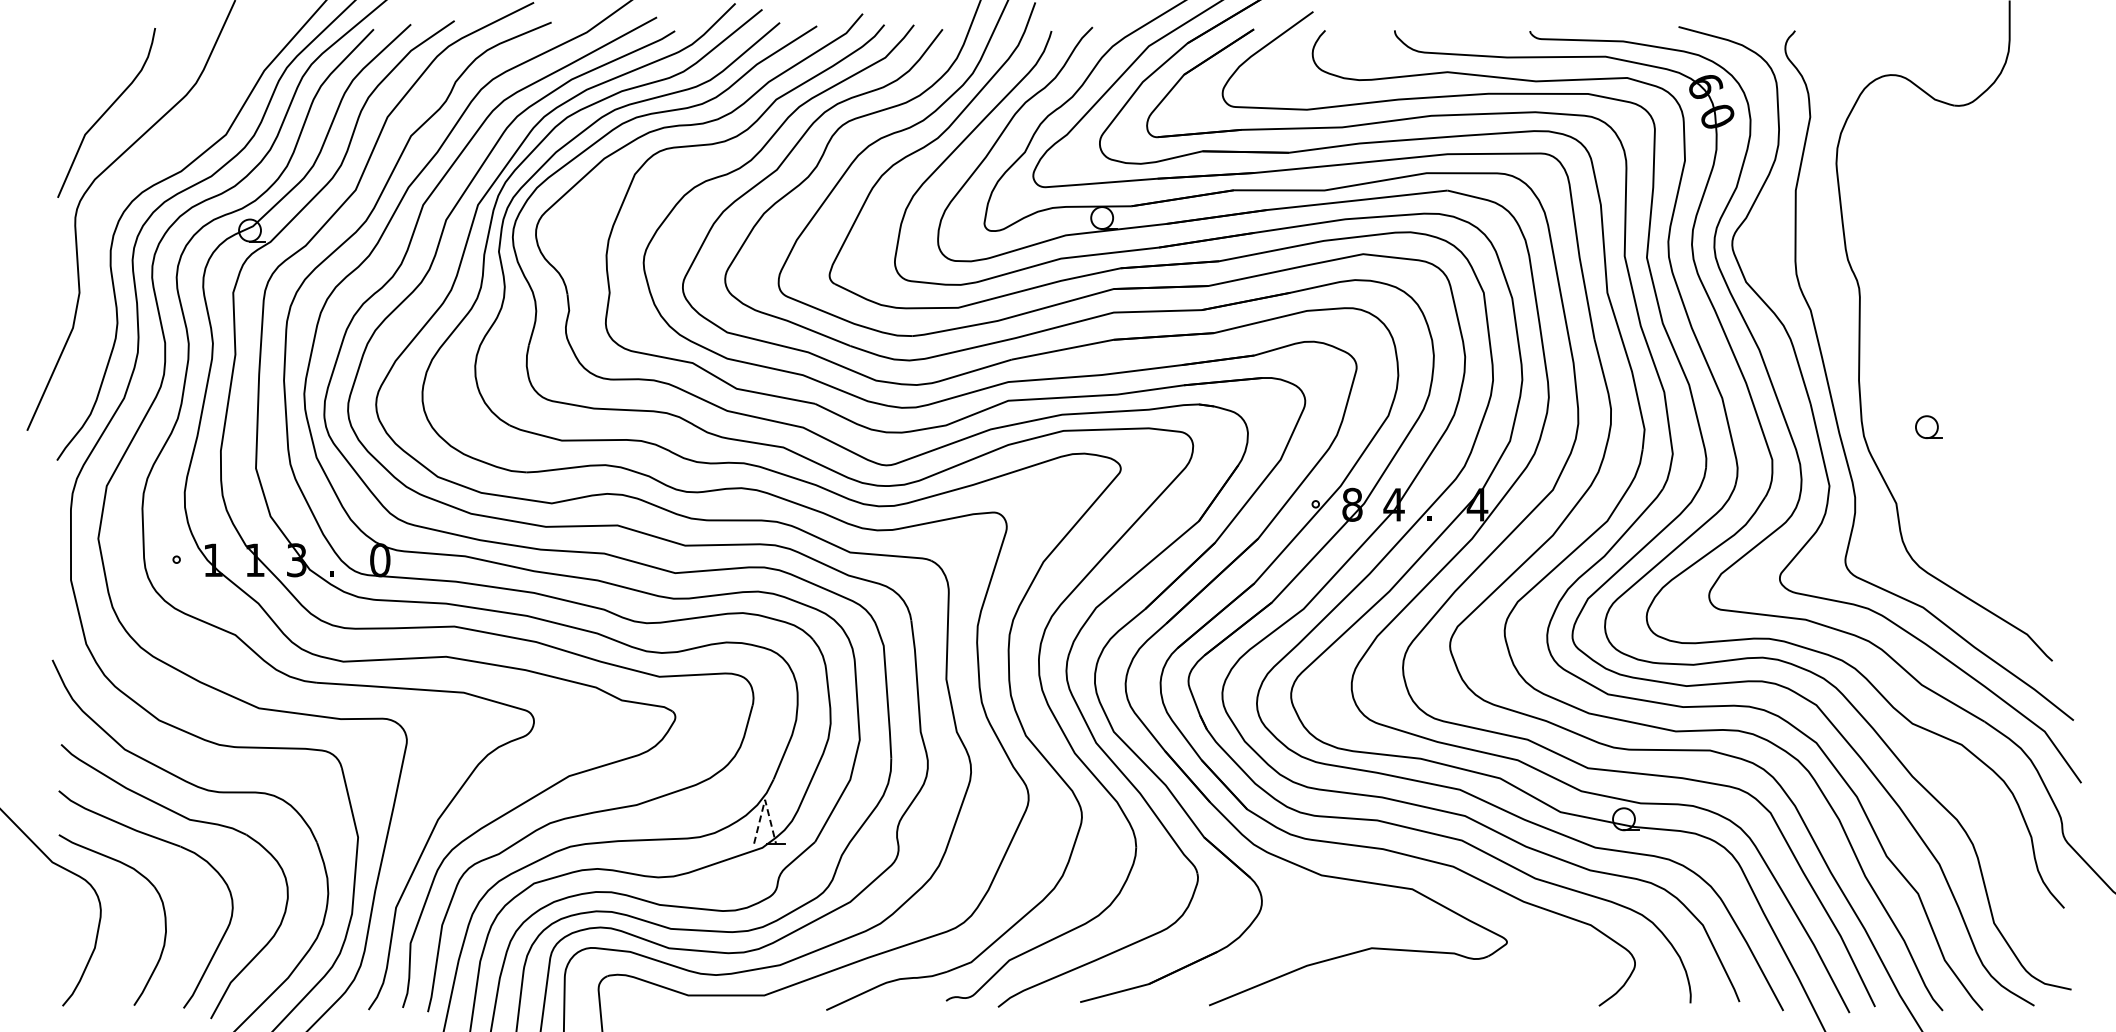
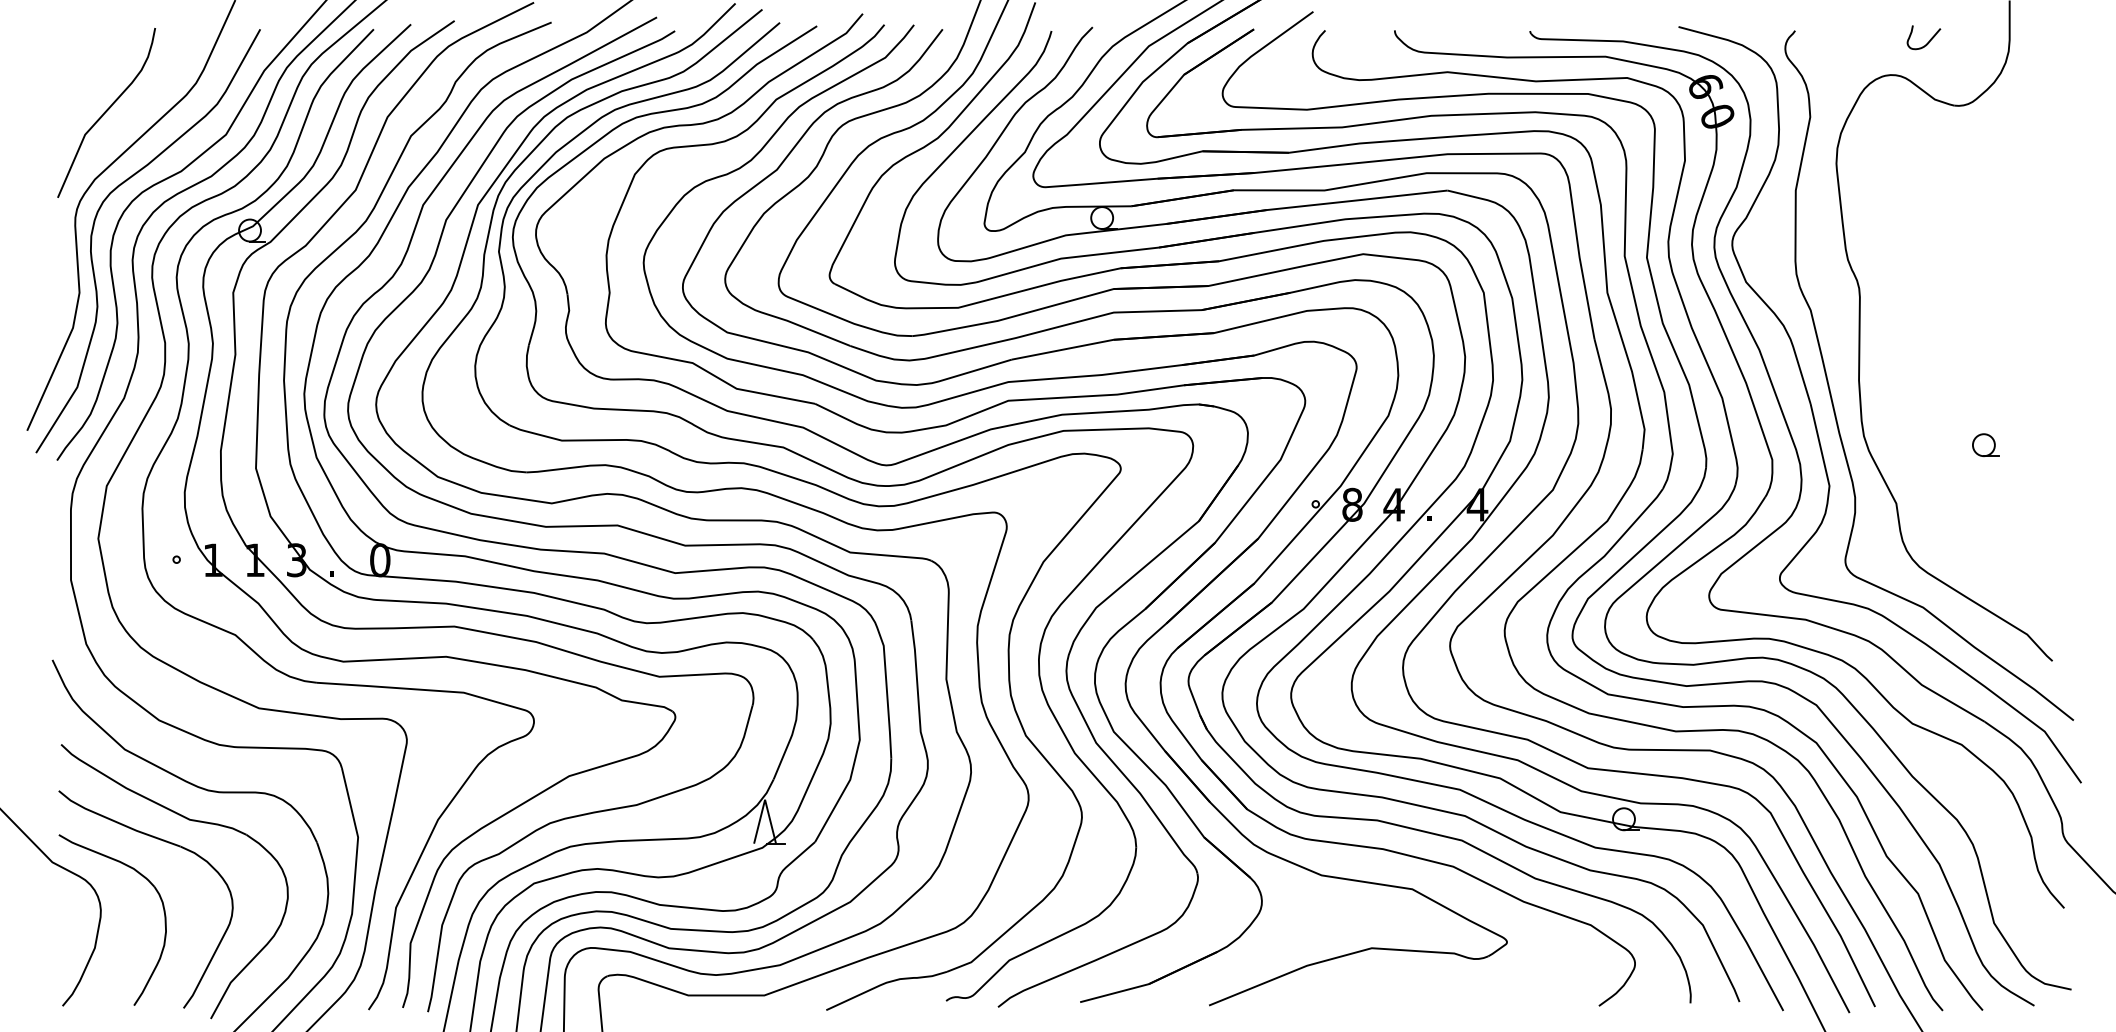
curve at (1928, 41): none -> present
curve at (93, 231): none -> present
part at (1928, 427) position: (1928, 427) -> (1985, 445)
line at (765, 799): dashed -> solid
